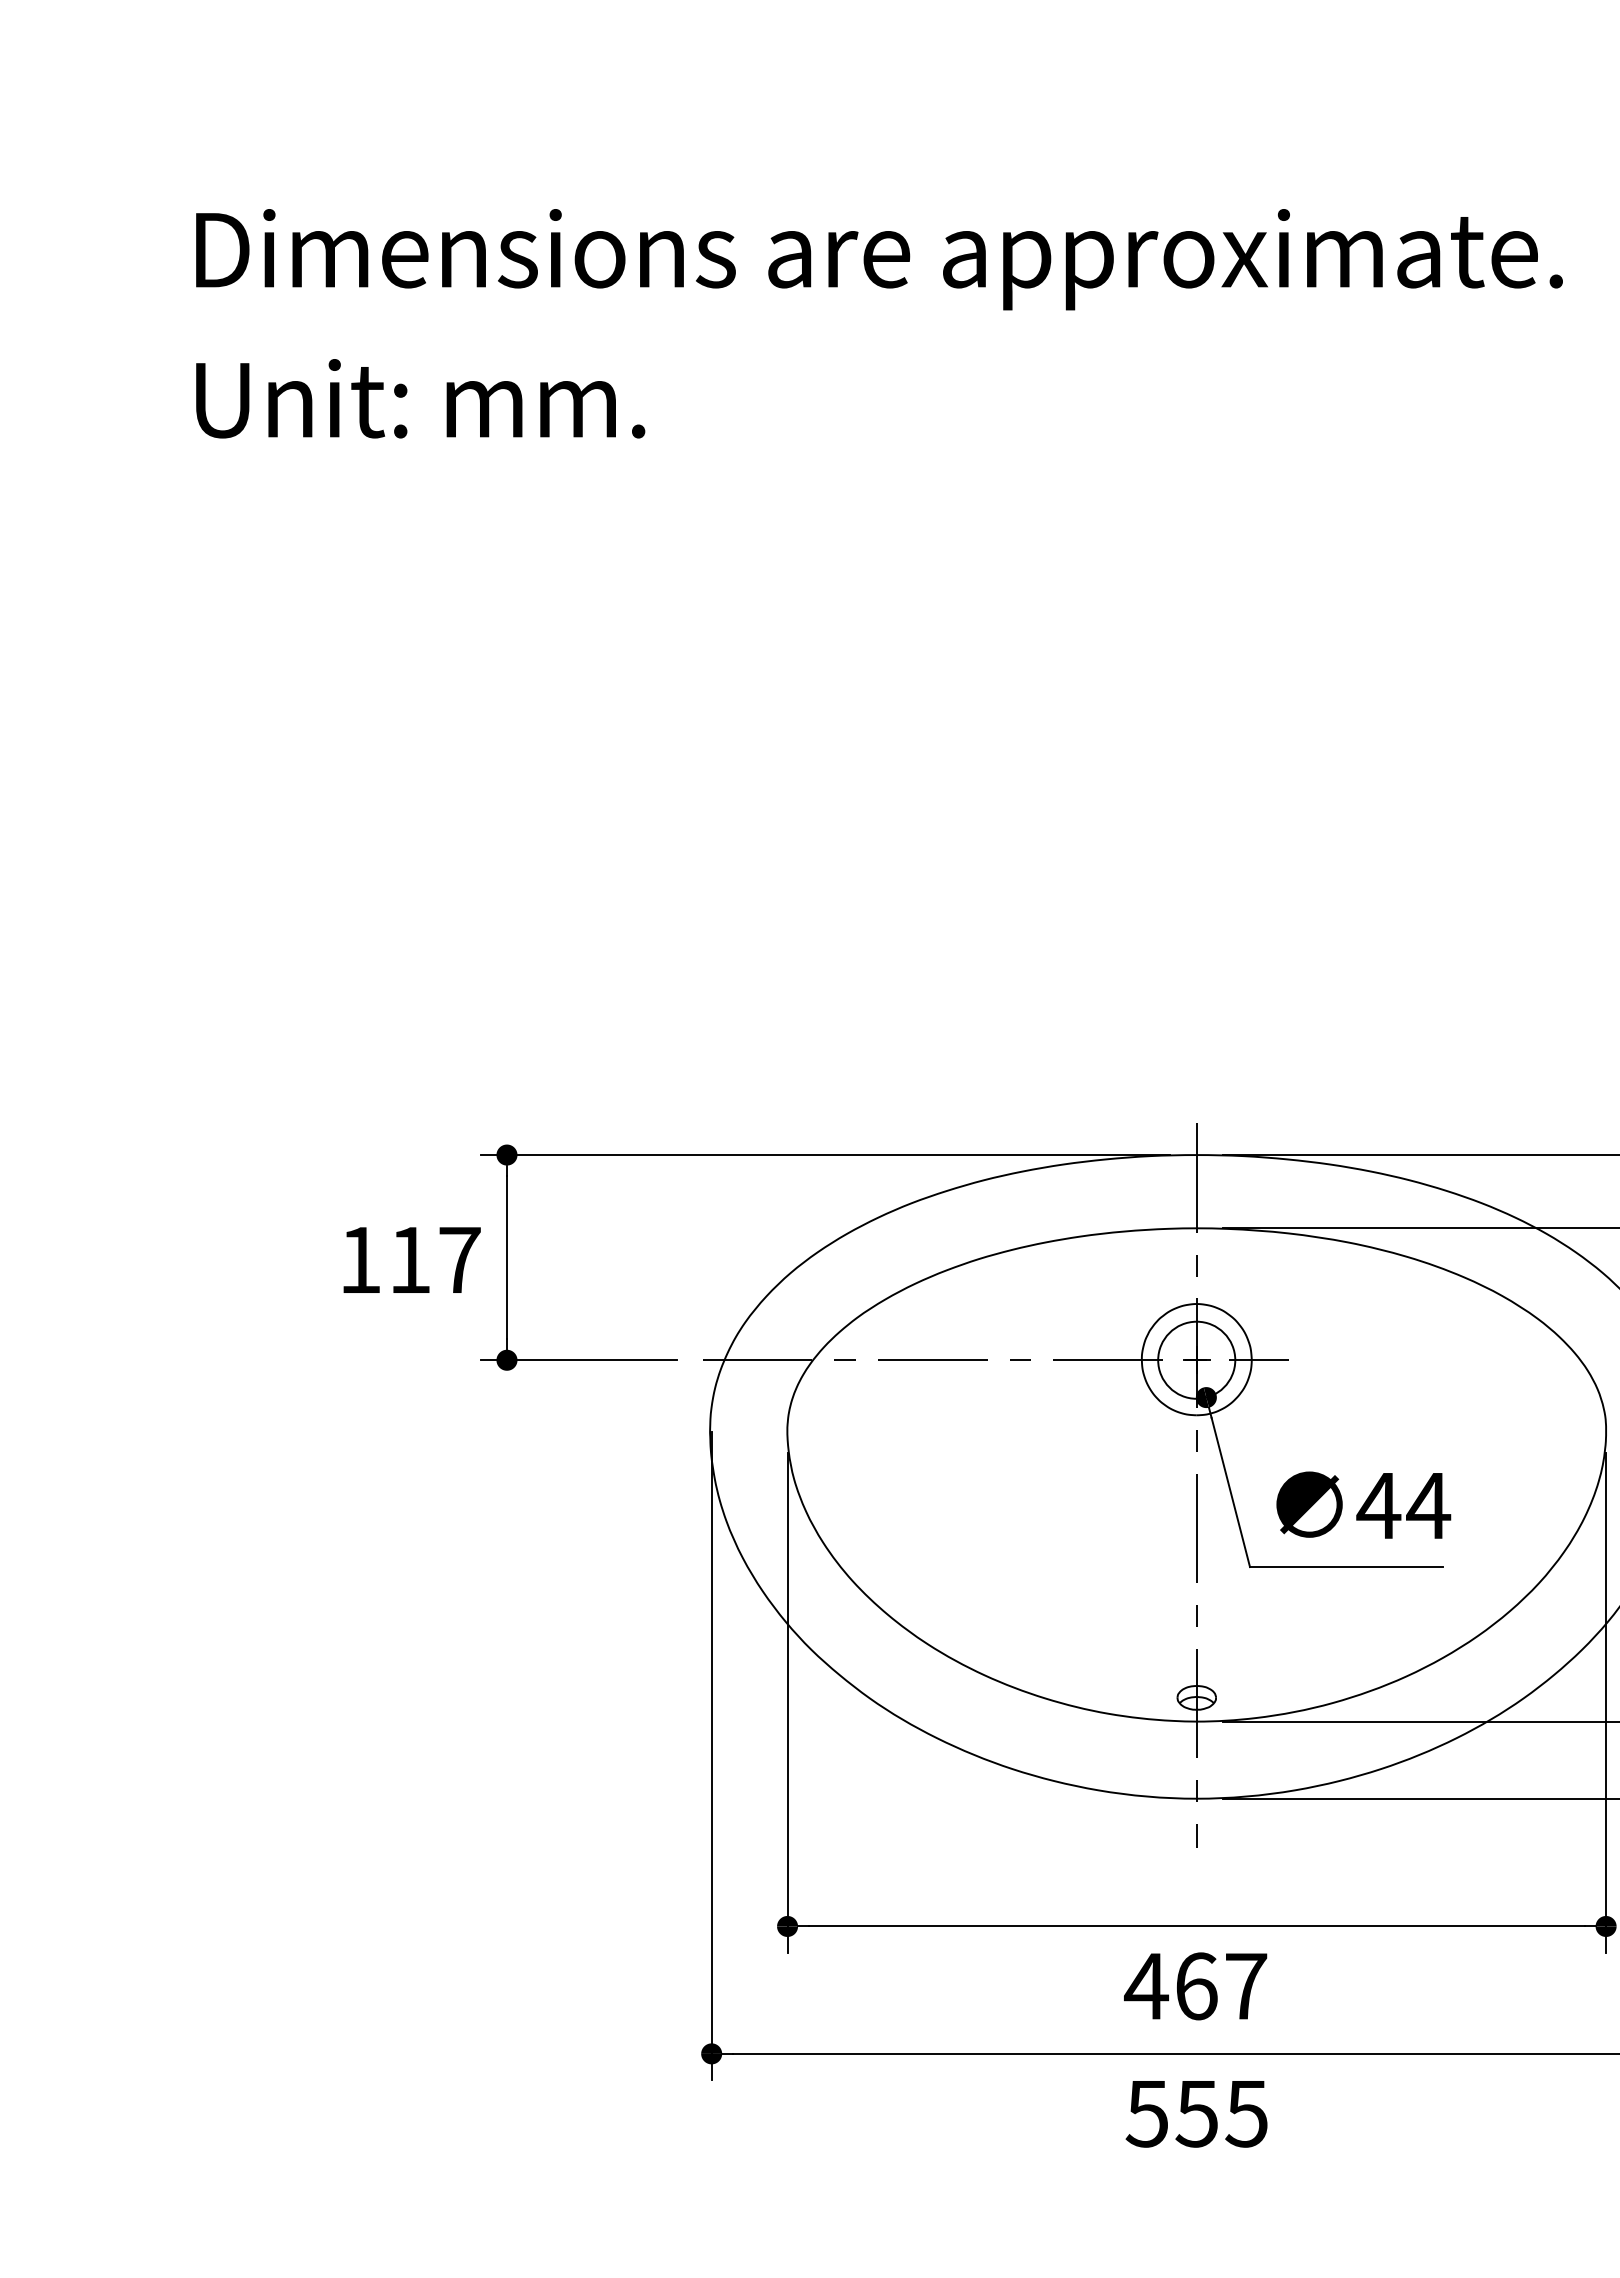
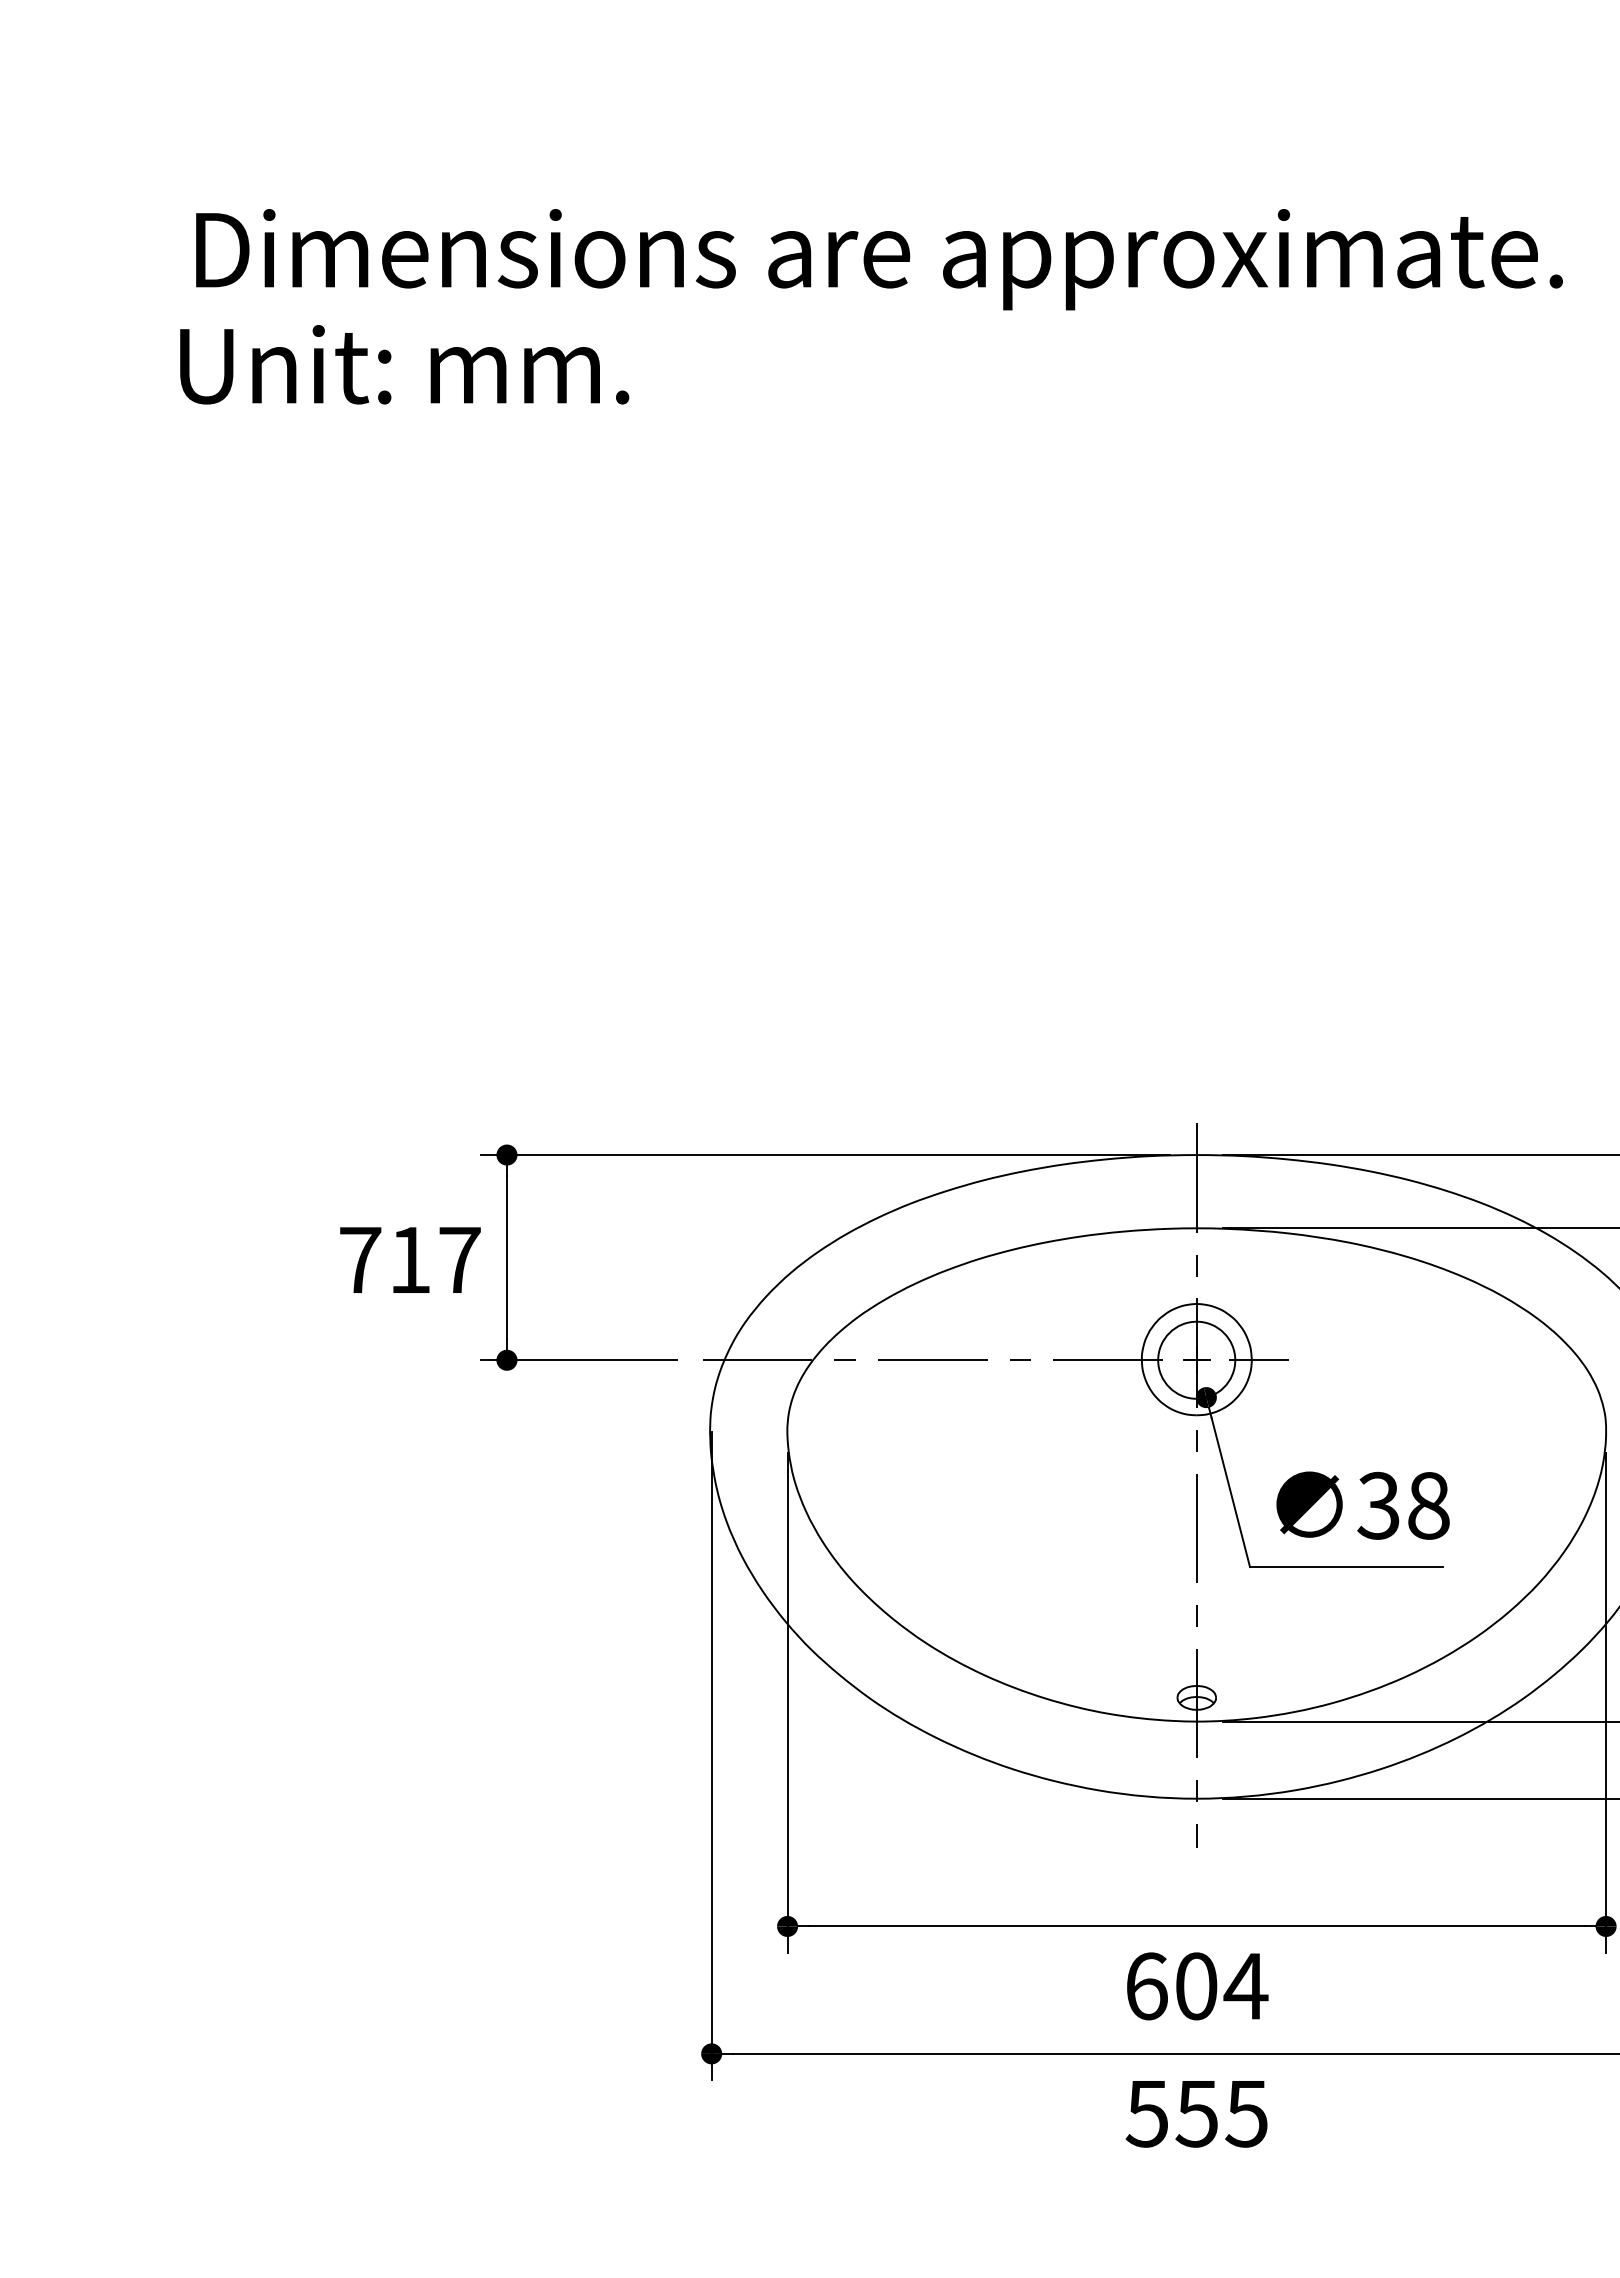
text at (420, 398) position: (420, 398) -> (404, 364)
text at (360, 1259): 117 -> 717
text at (1403, 1505): 44 -> 38
text at (1196, 1986): 467 -> 604
